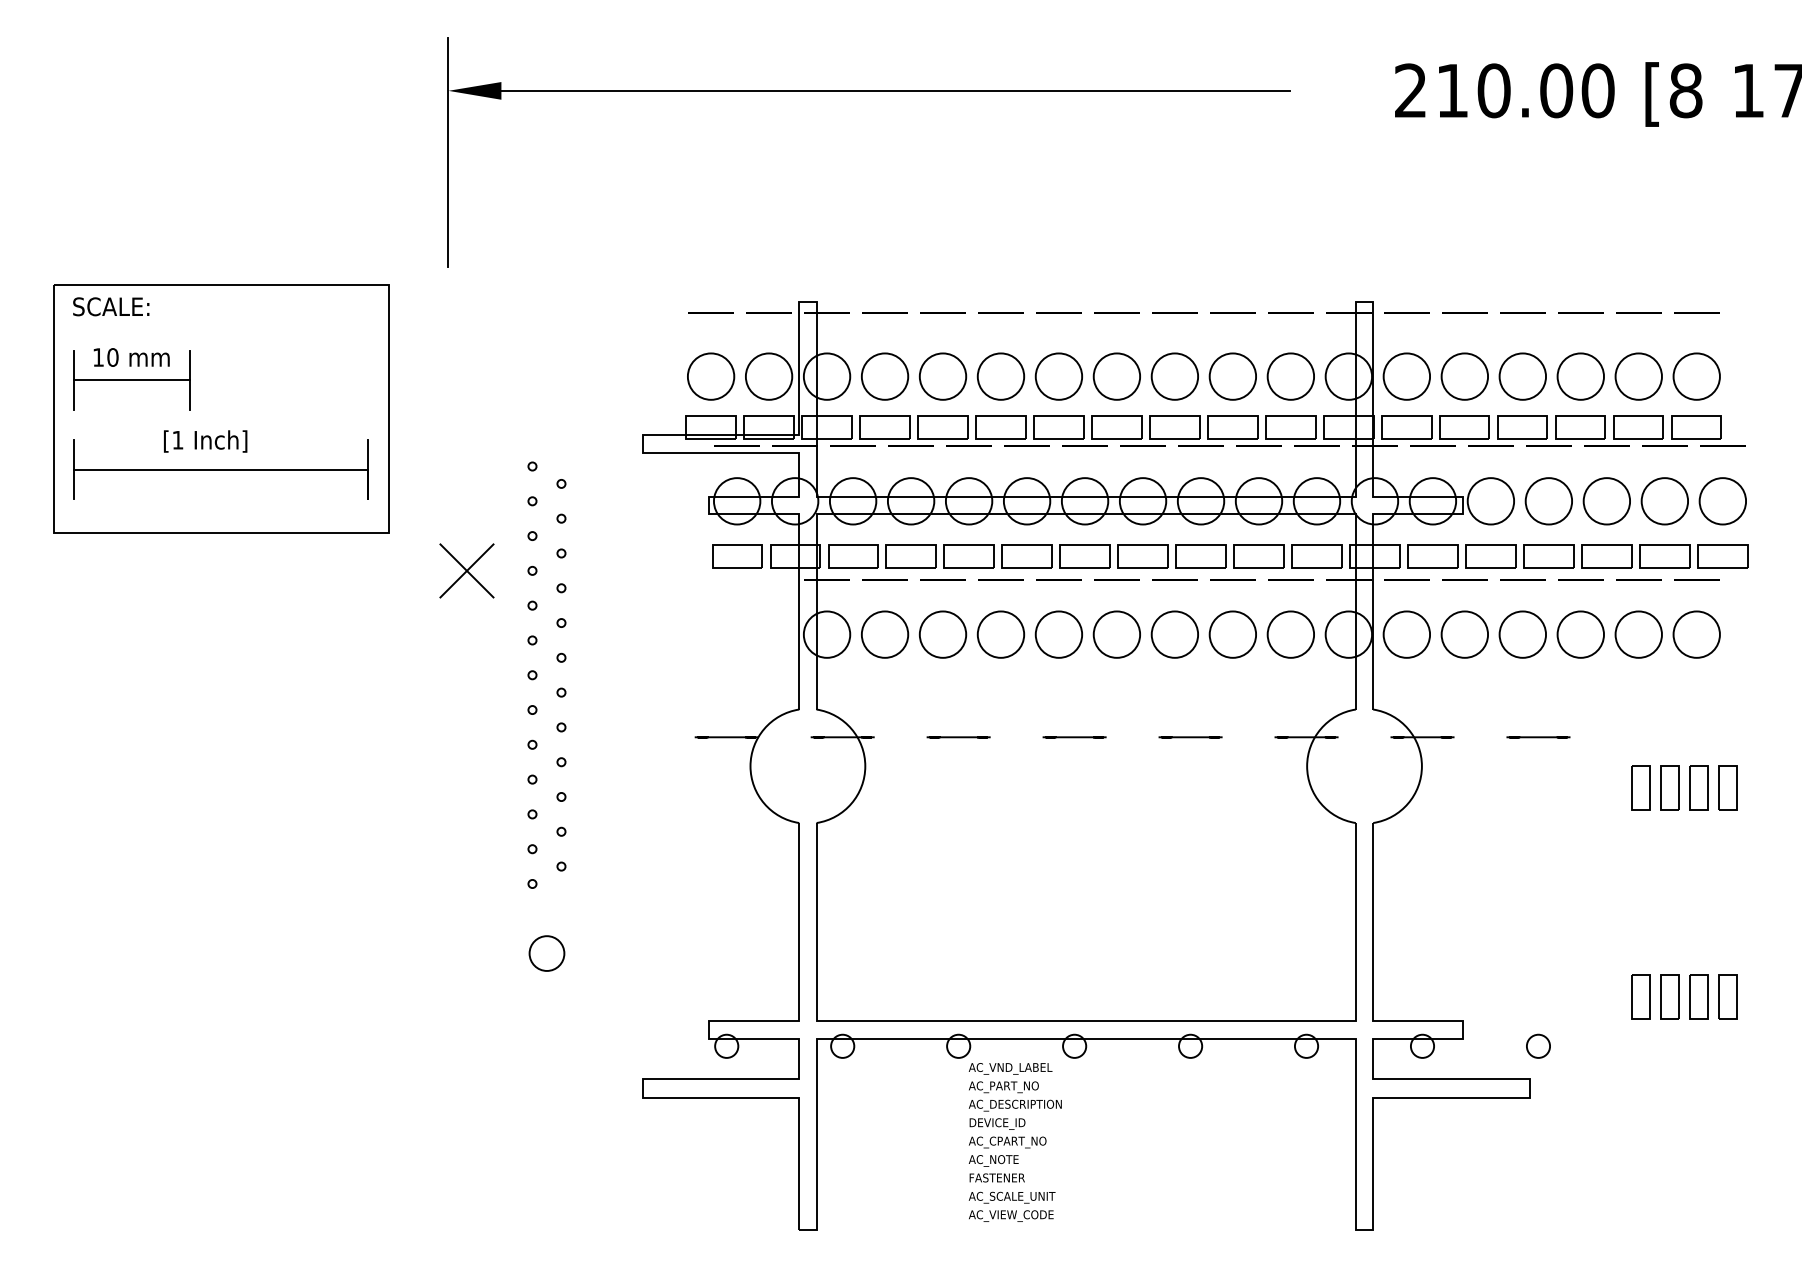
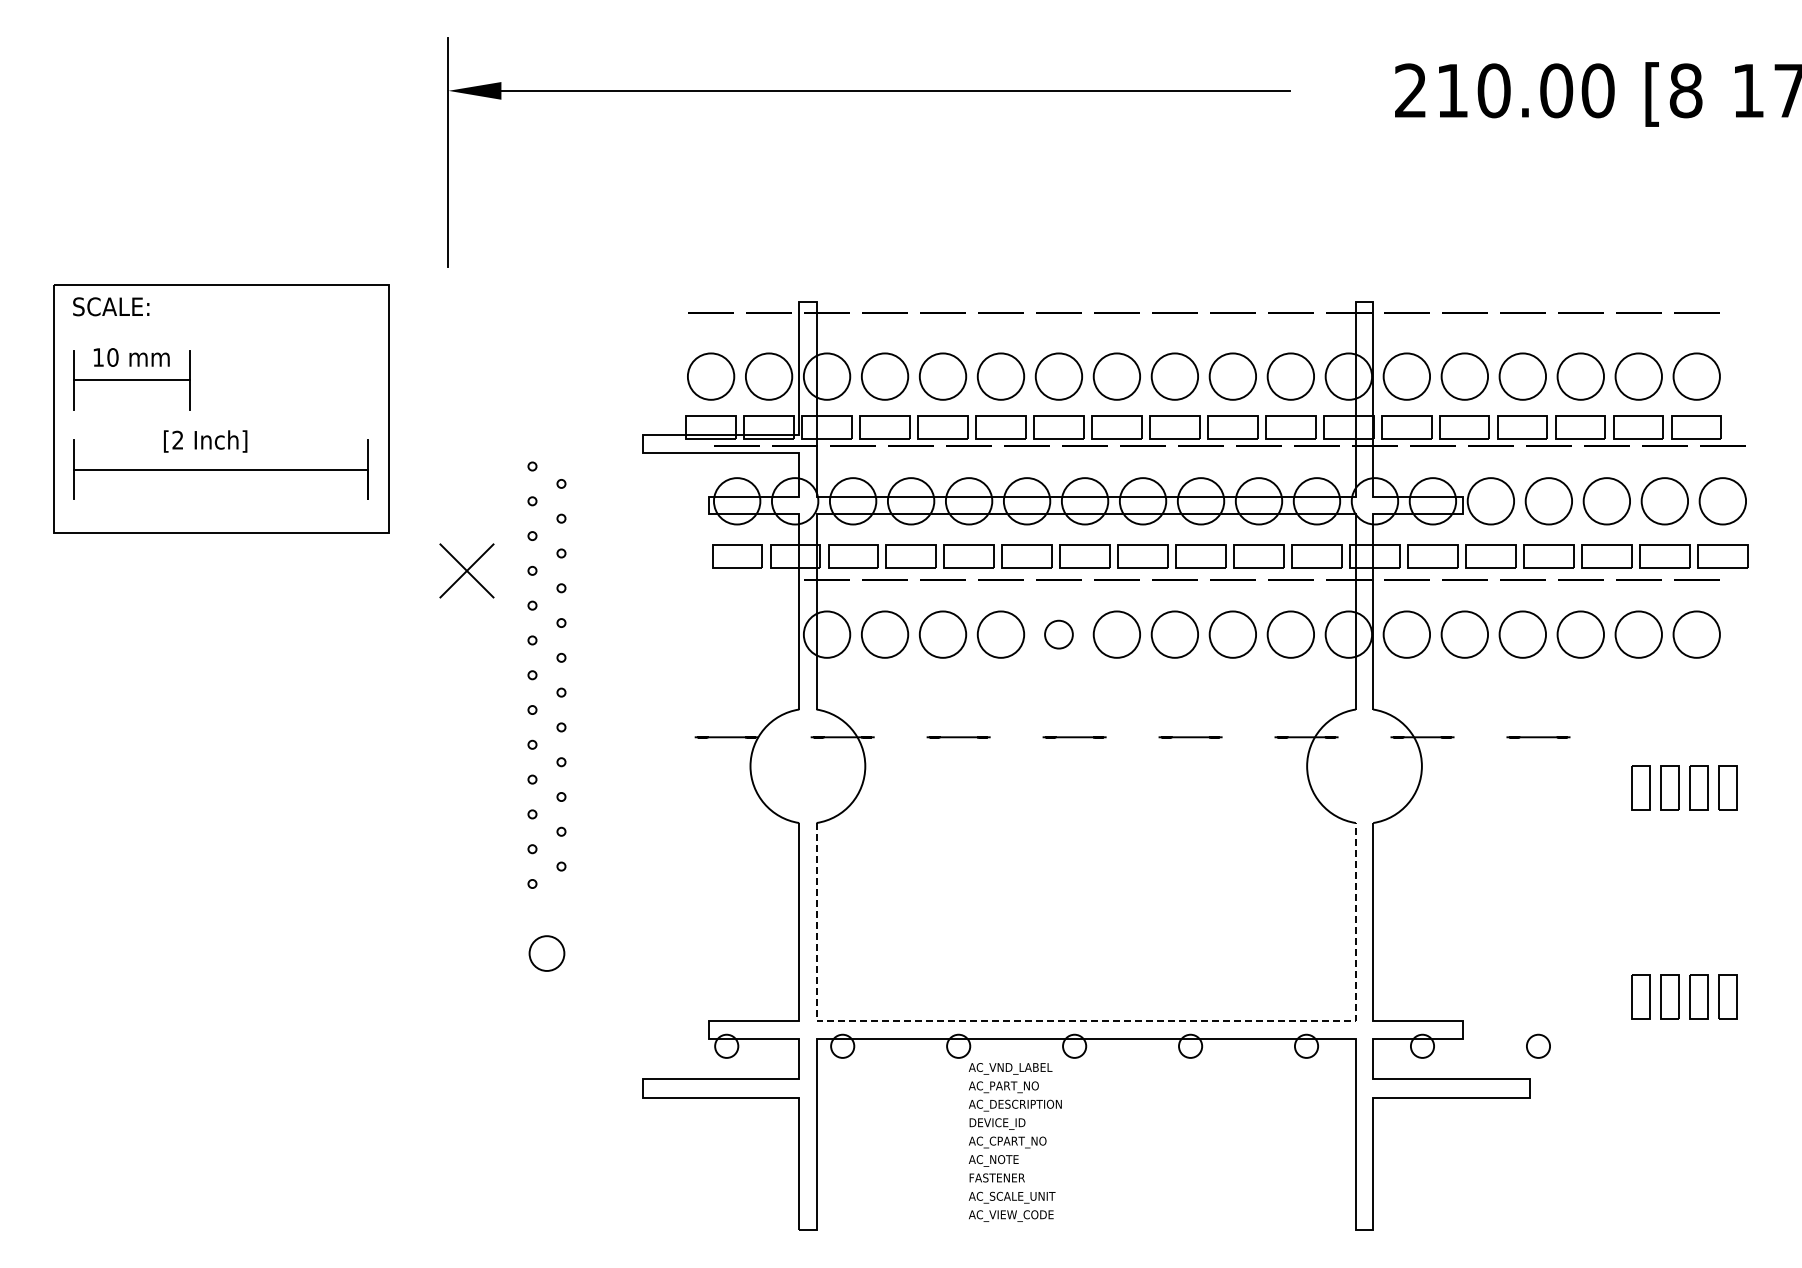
text at (177, 439): [1 -> [2
circle at (1058, 634) diameter: 46 px -> 28 px
line at (1086, 1021): solid -> dashed
